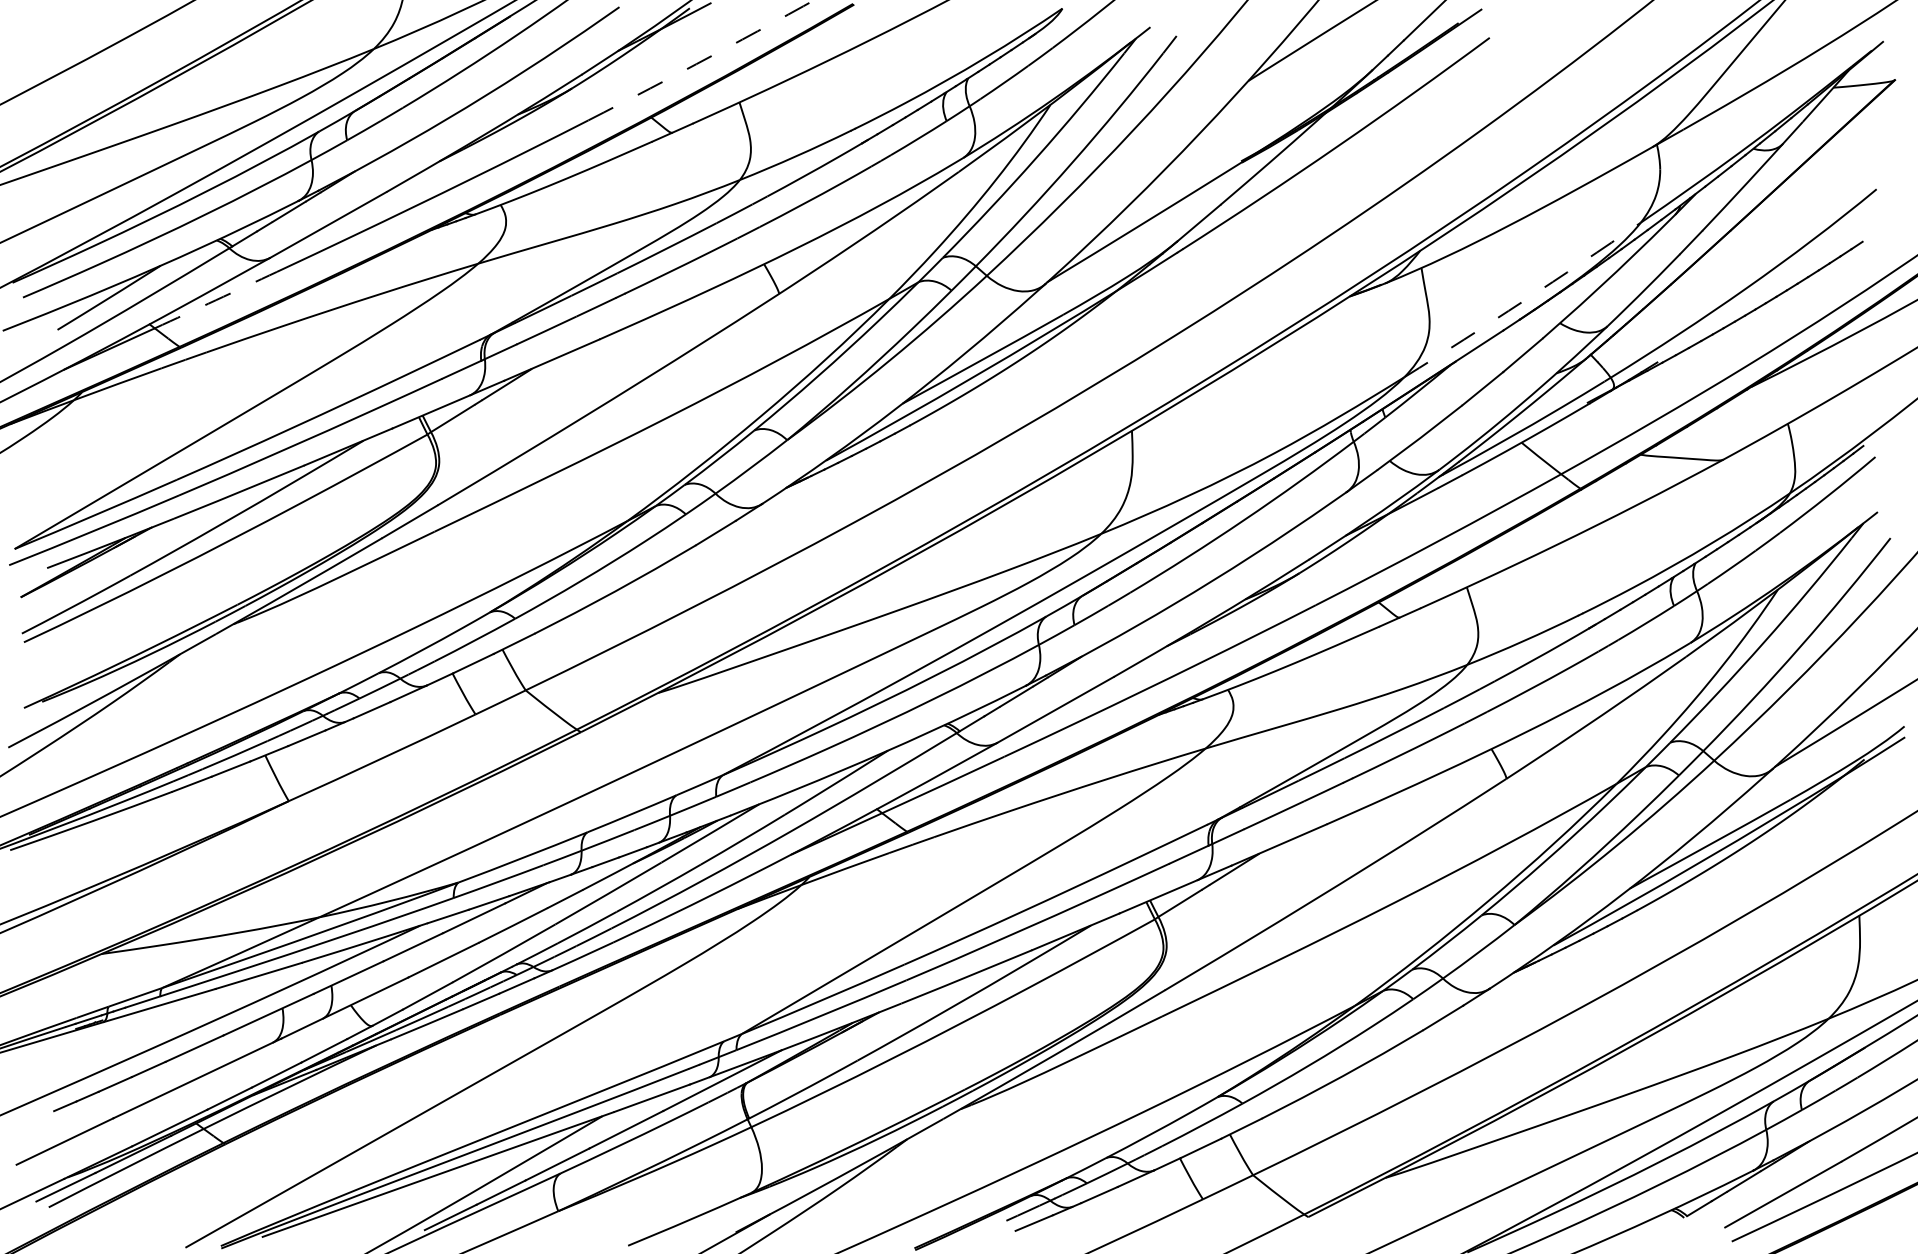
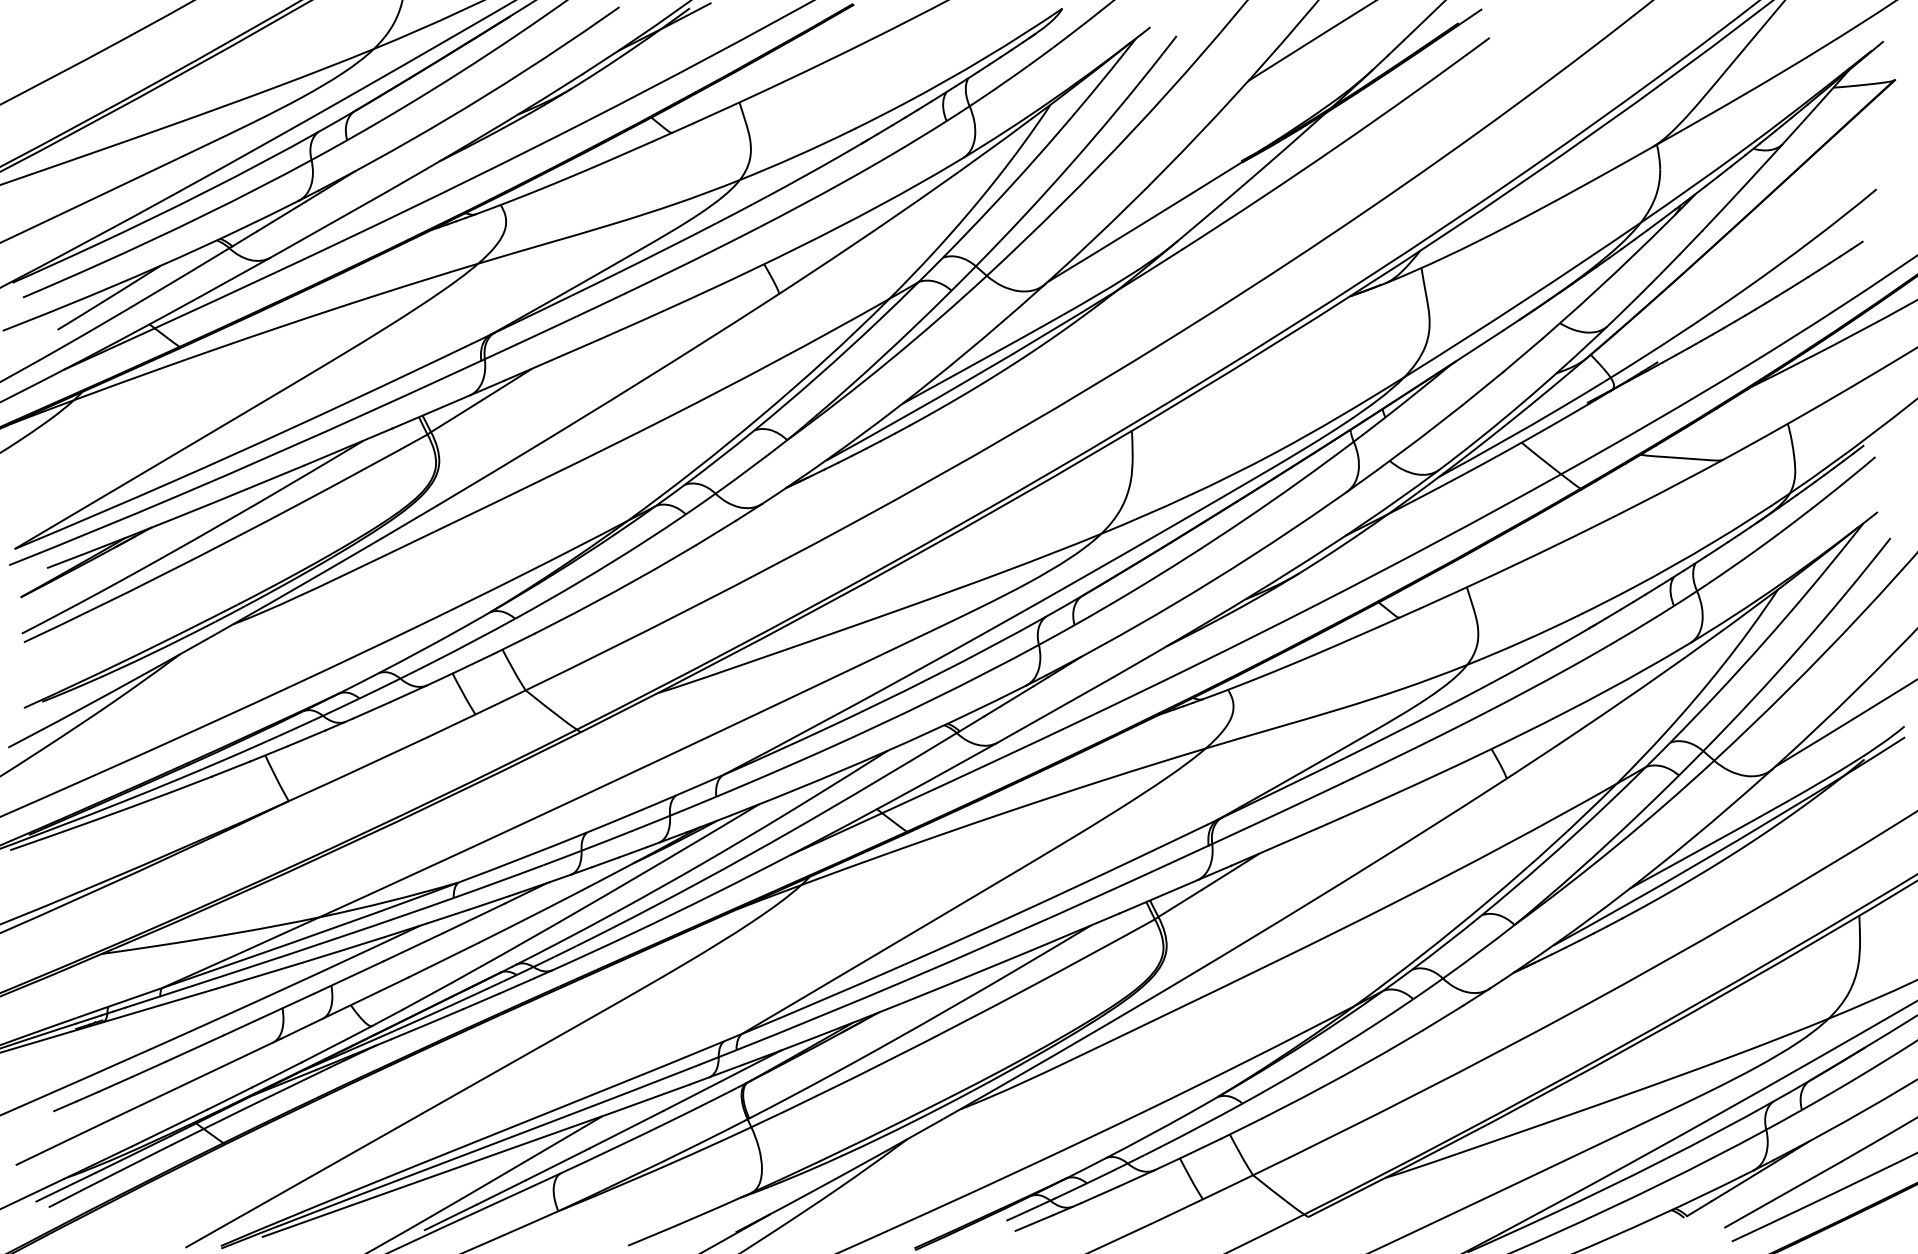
arc at (702, 61): dashed -> solid
arc at (215, 300): dashed -> solid
arc at (1523, 301): dashed -> solid
